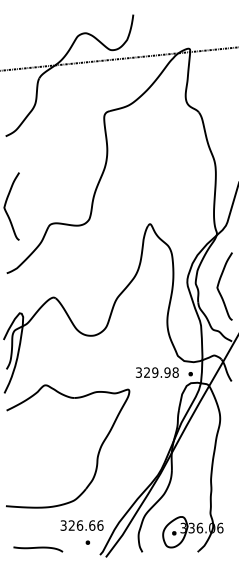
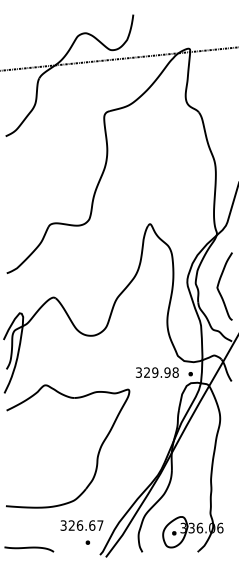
curve at (6, 204): present -> none
text at (100, 525): 326.66 -> 326.67
curve at (38, 548) position: (38, 548) -> (29, 548)
